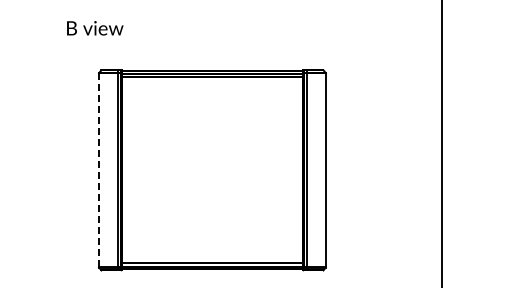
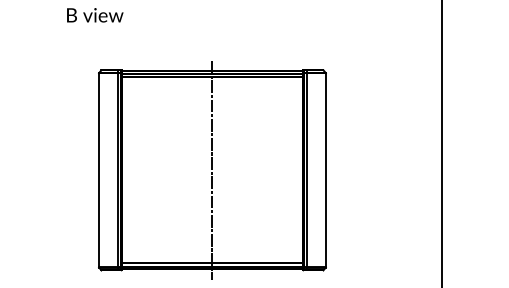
text at (95, 28) position: (95, 28) -> (95, 15)
line at (99, 170): dashed -> solid
line at (212, 170): none -> present
